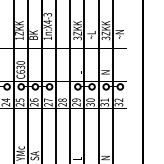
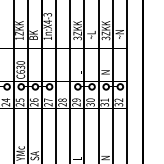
line at (126, 81): none -> present
